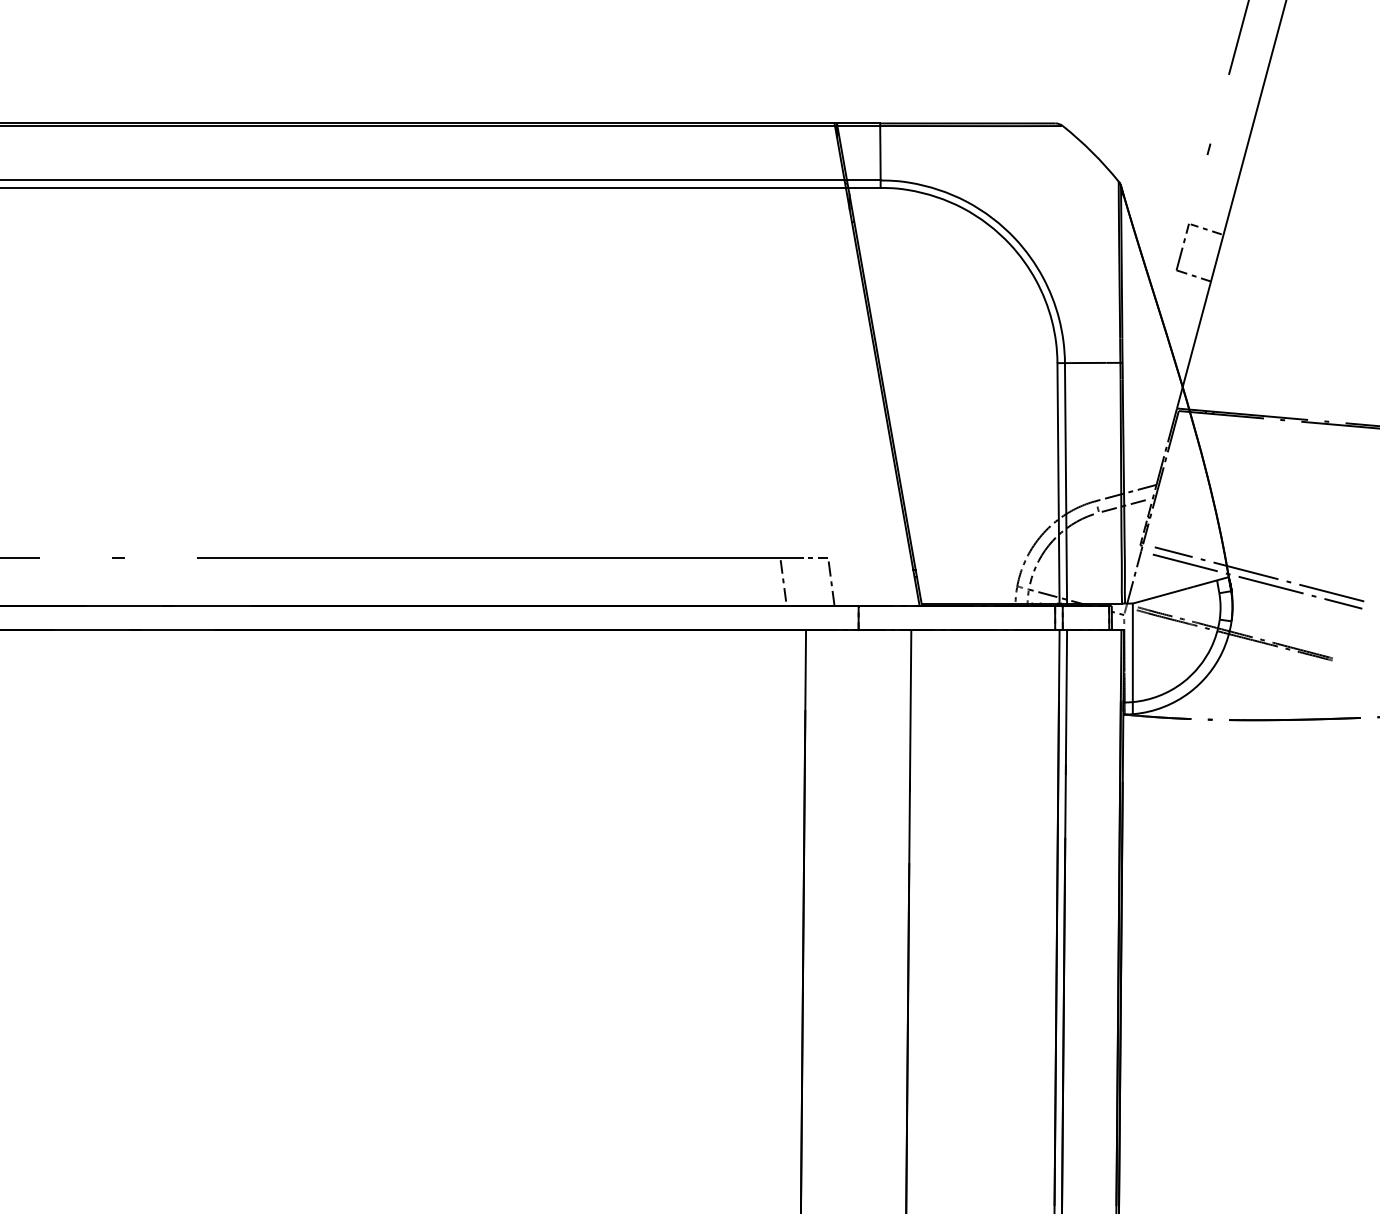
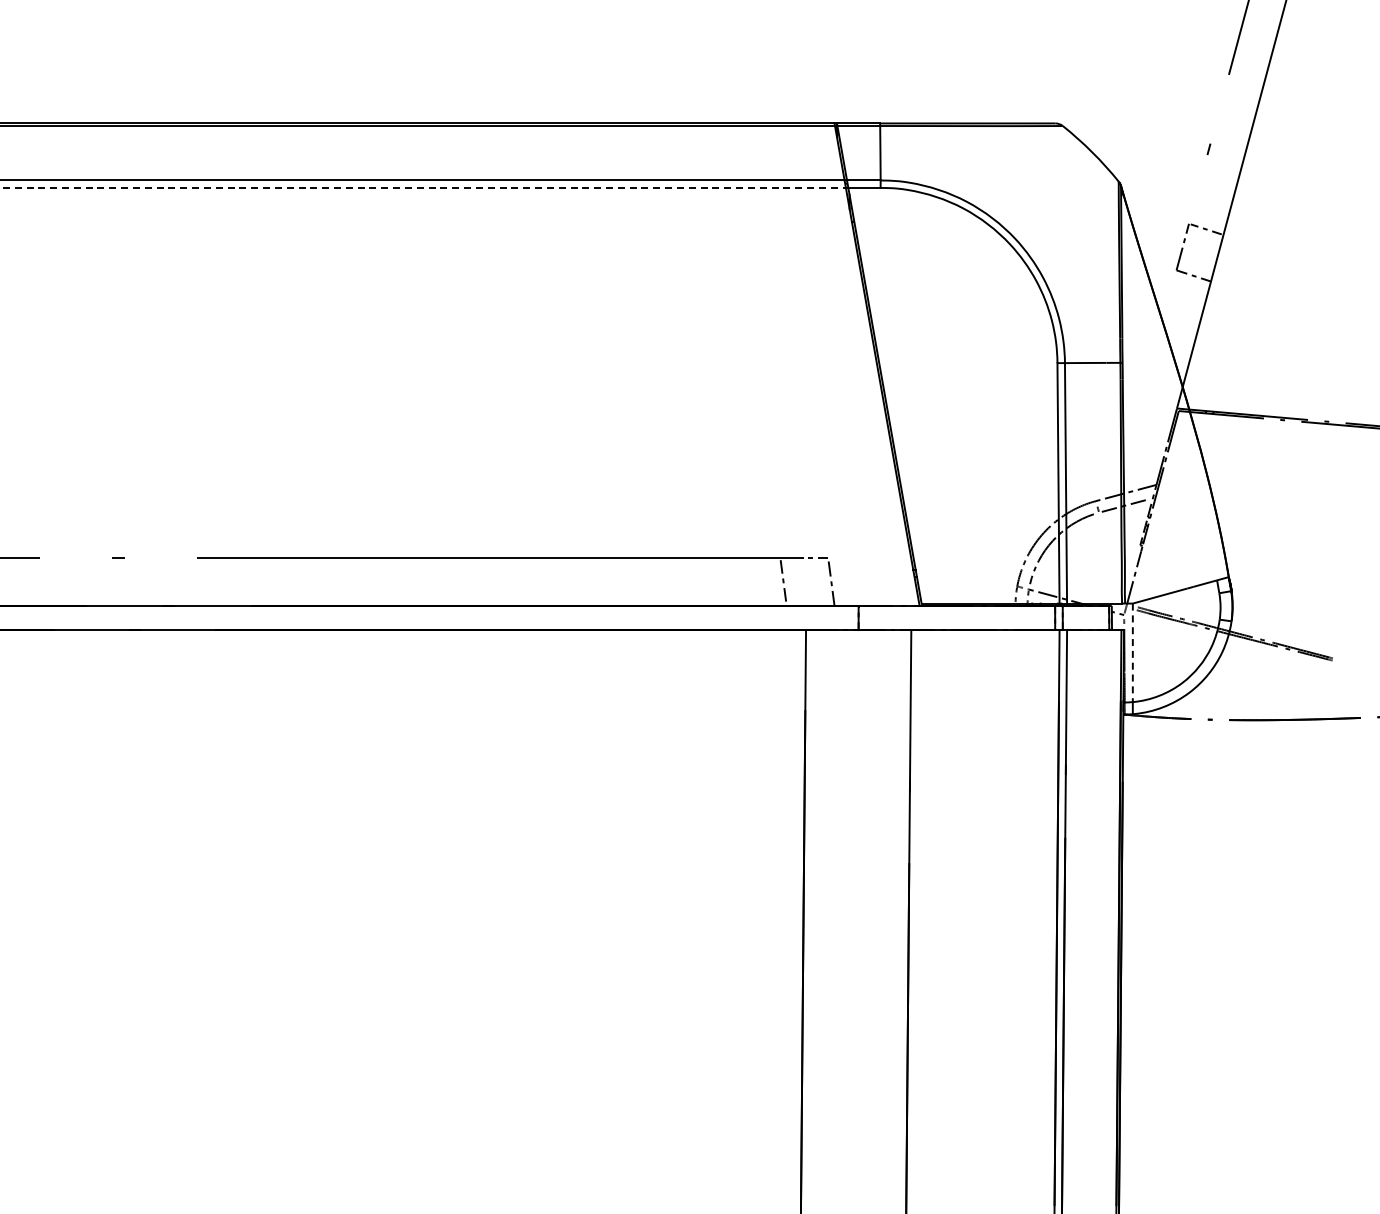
line at (423, 187): solid -> dashed
line at (1259, 574): present -> none
line at (1257, 581): present -> none
line at (1132, 653): solid -> dashed
